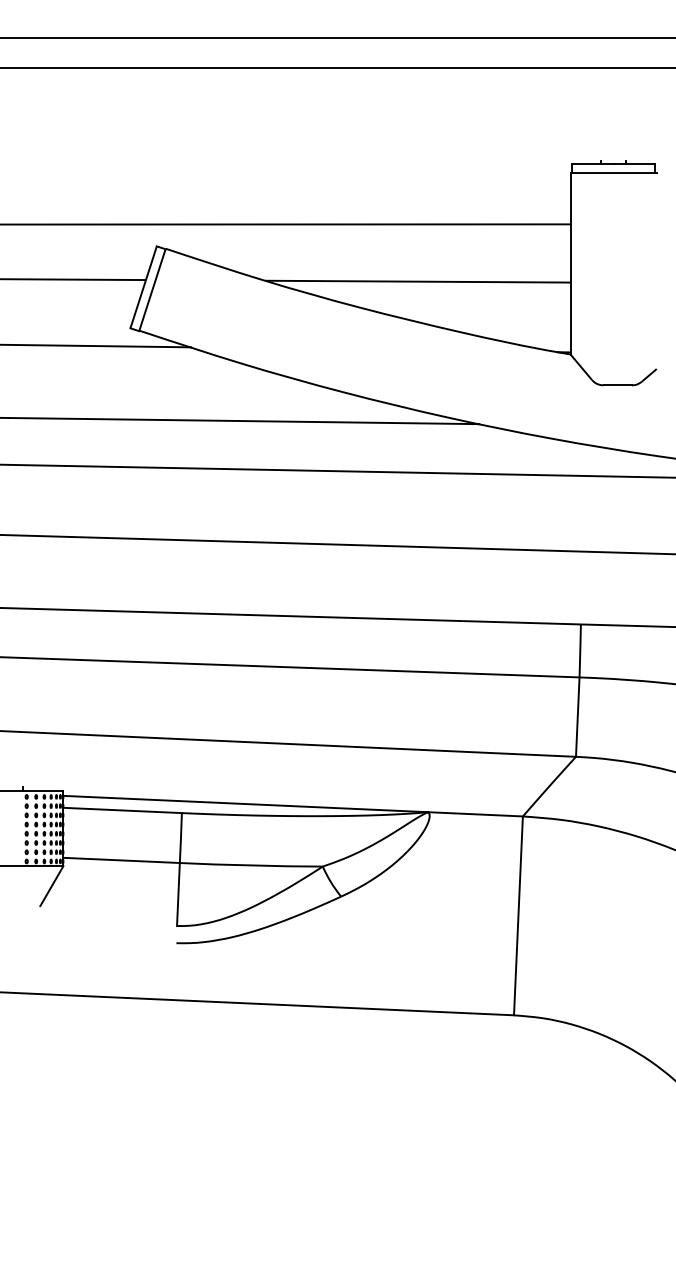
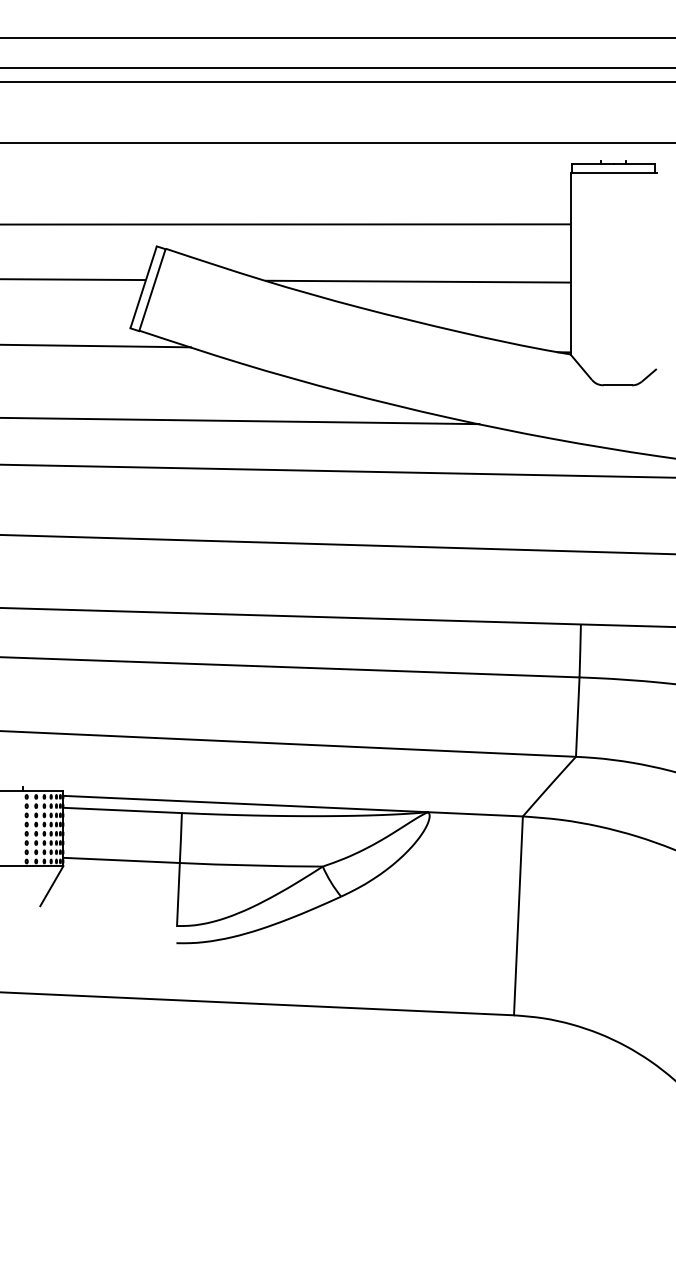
line at (337, 82): none -> present
line at (337, 143): none -> present
